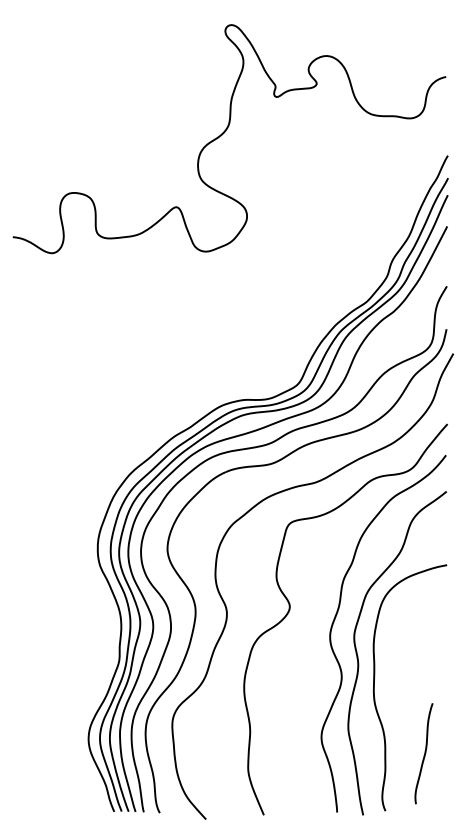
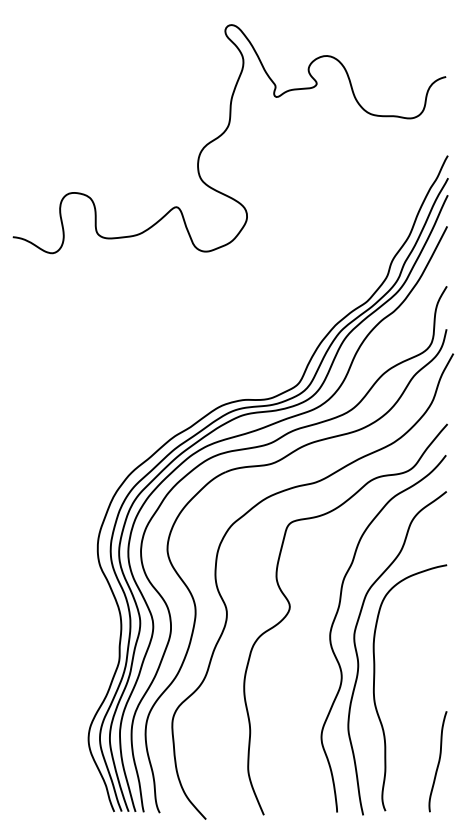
curve at (424, 753) position: (424, 753) -> (438, 761)
